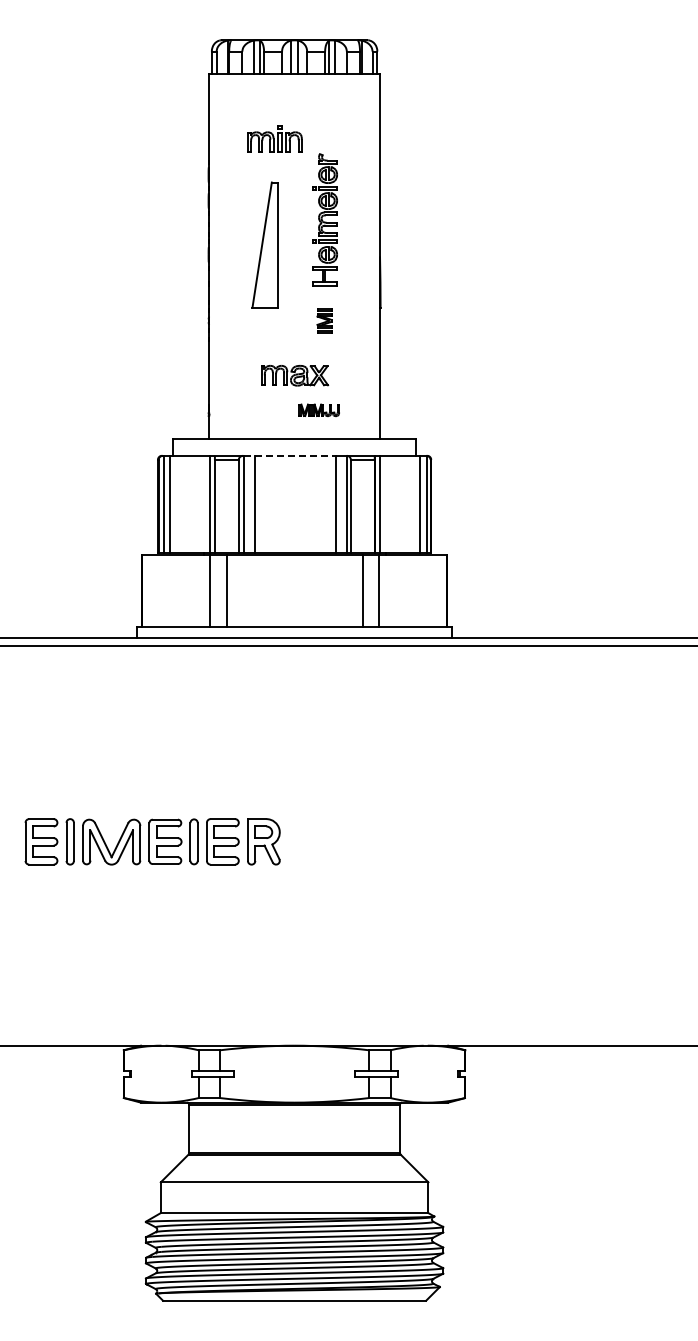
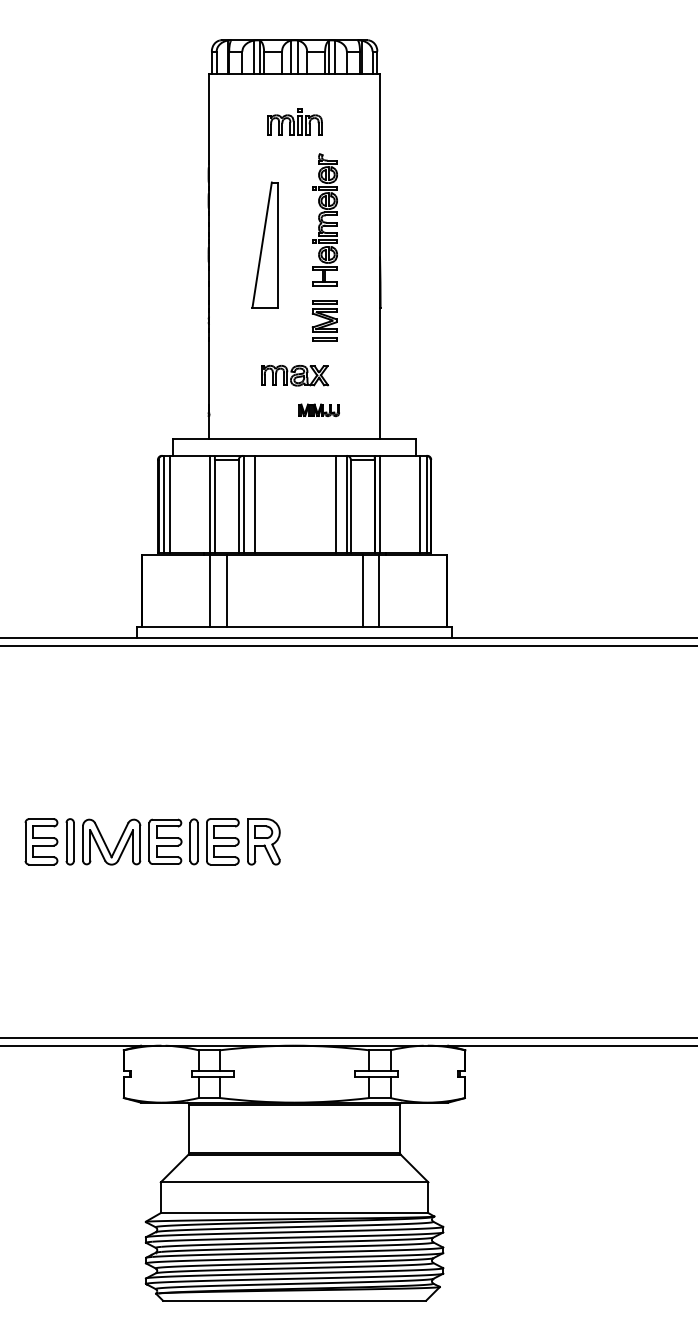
part at (274, 138) position: (274, 138) -> (294, 121)
part at (324, 320) size: 17x26 px -> 27x42 px
line at (289, 455): dashed -> solid
line at (348, 1037): none -> present
